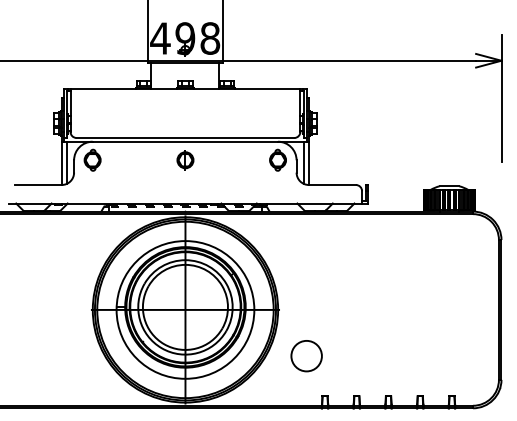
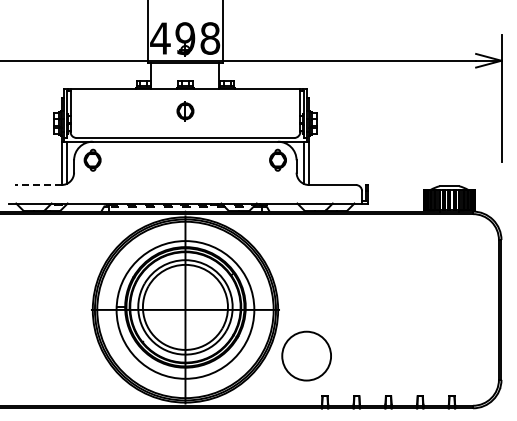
part at (185, 160) position: (185, 160) -> (185, 111)
line at (37, 185): solid -> dashed
circle at (306, 355) diameter: 31 px -> 49 px
